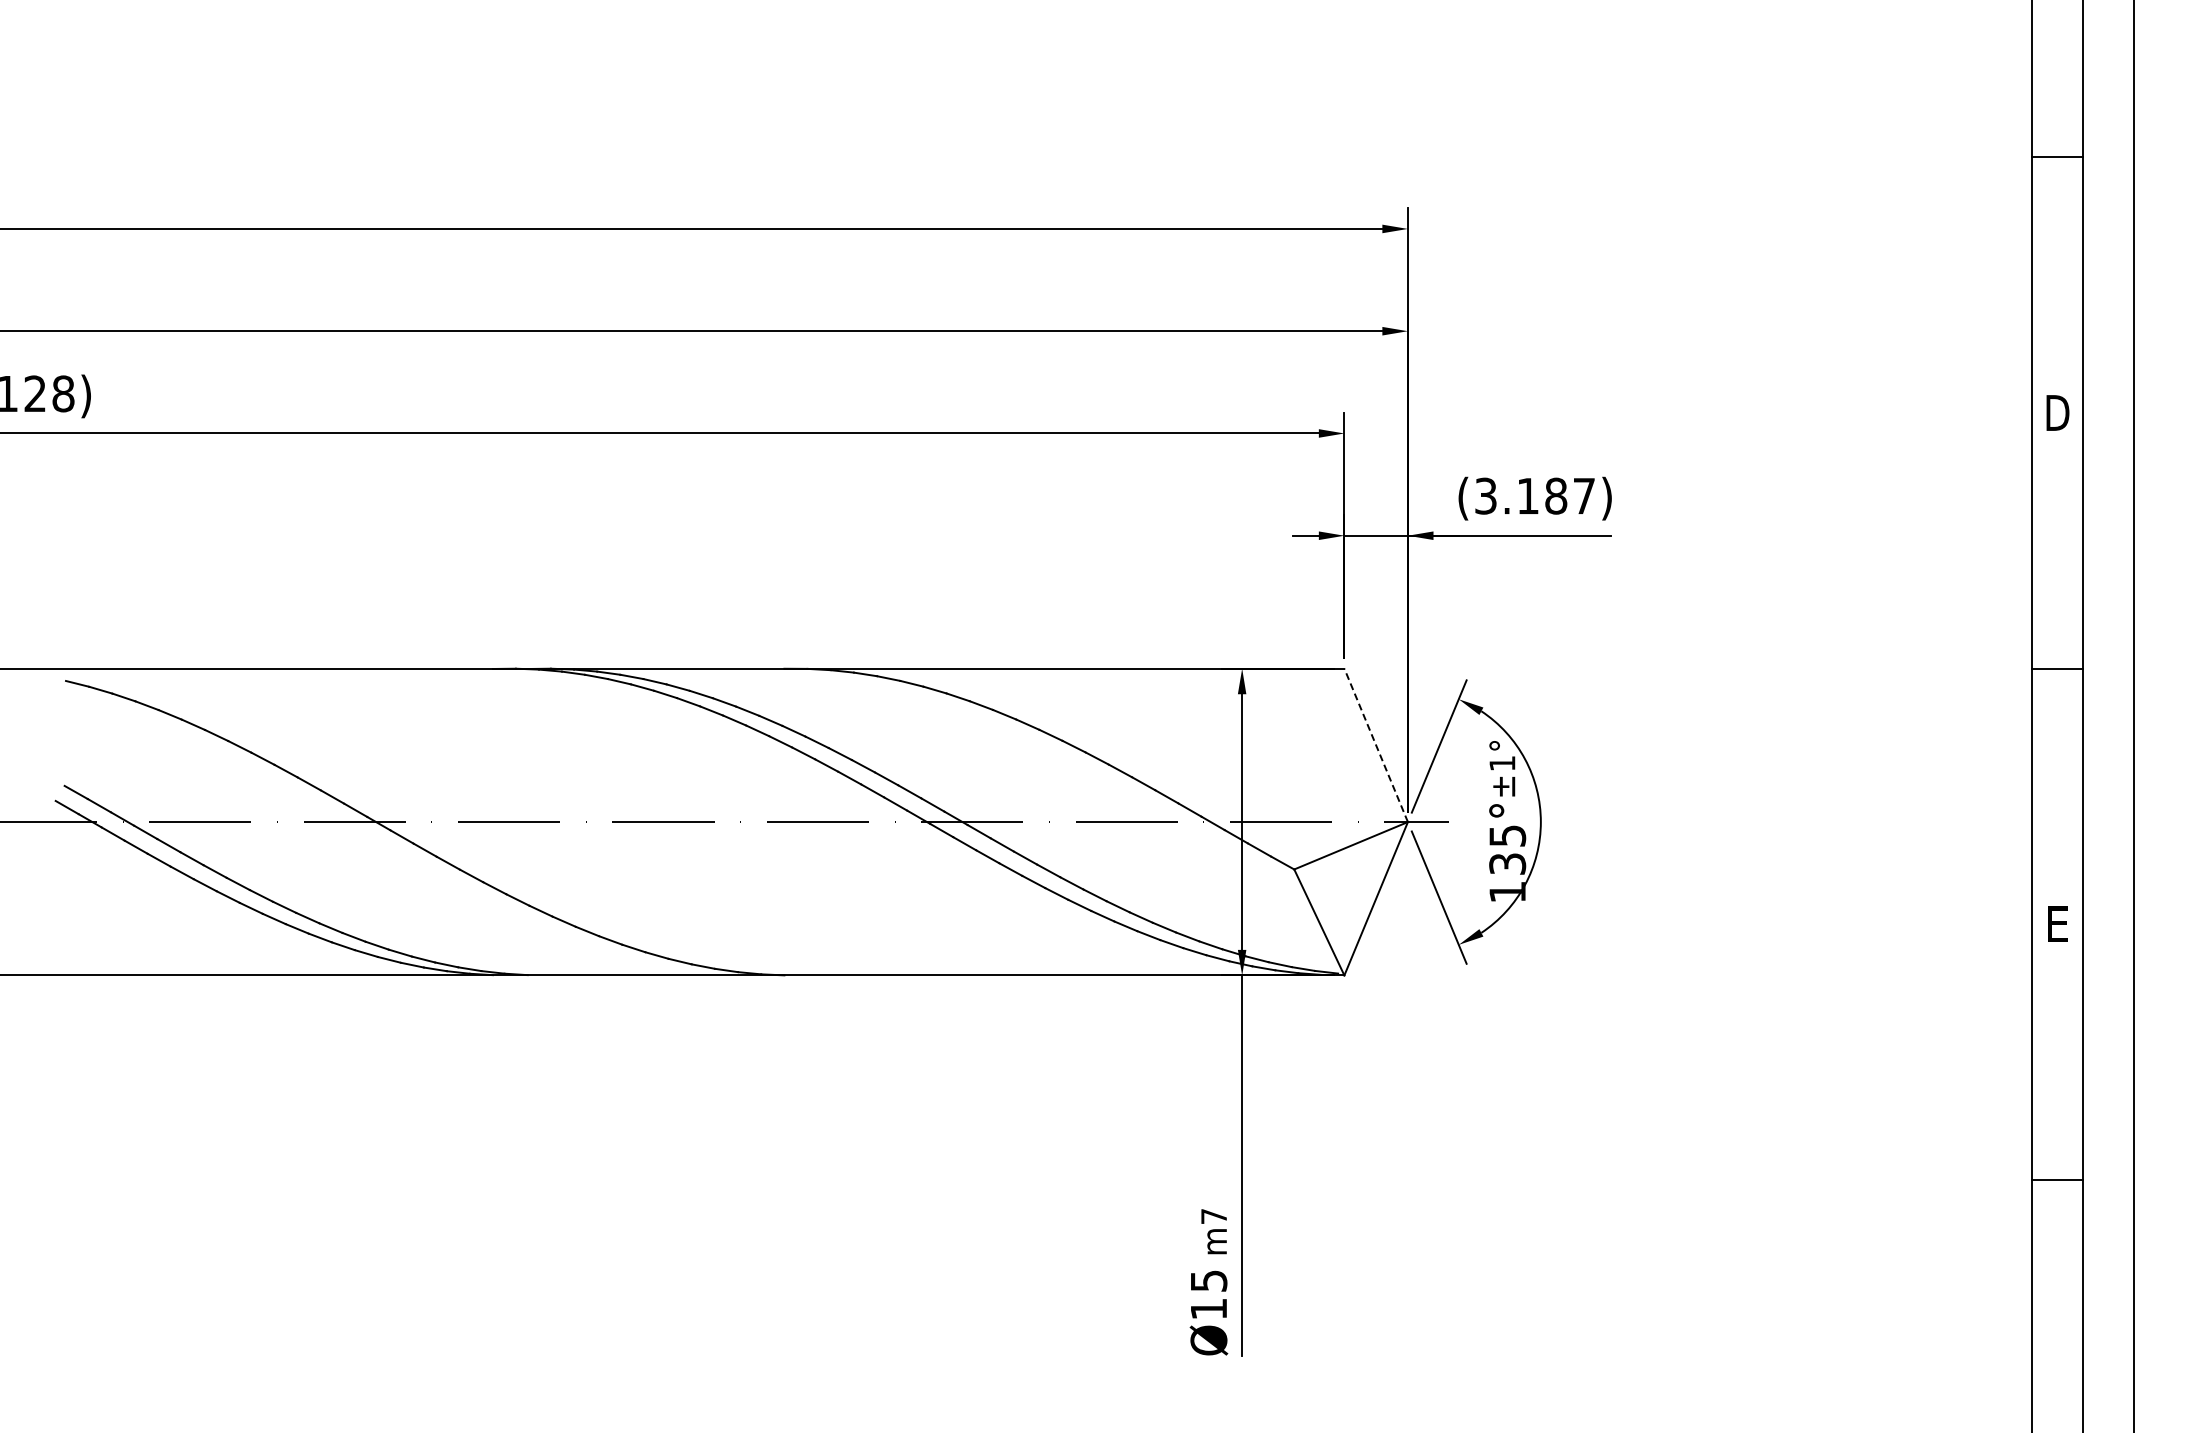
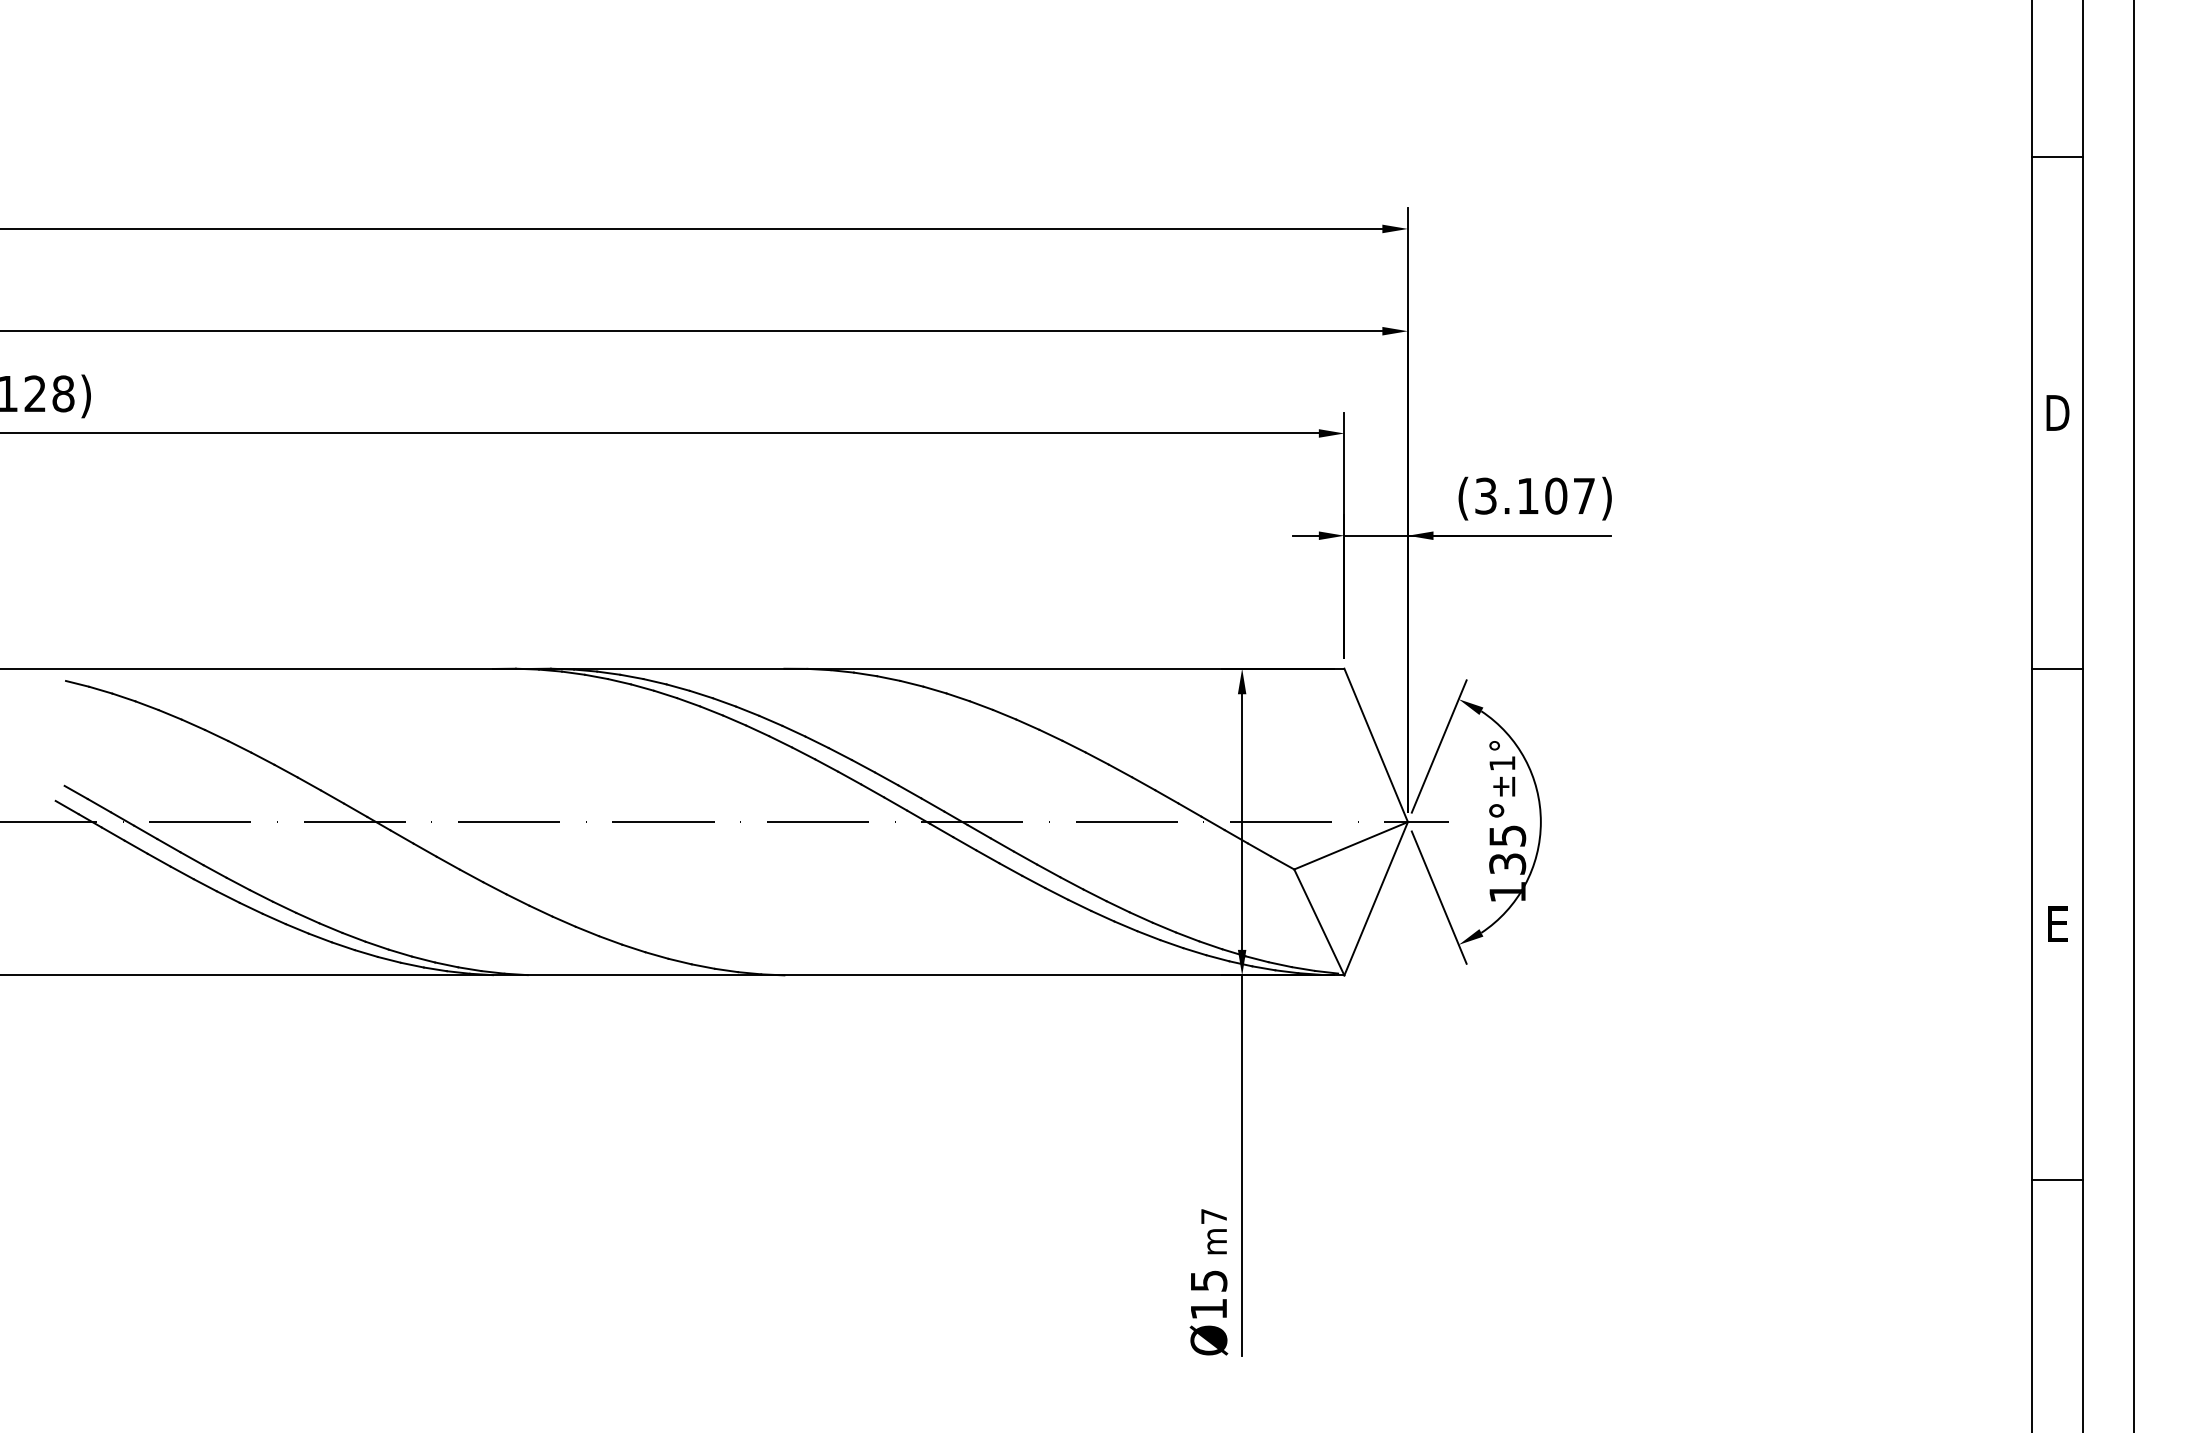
text at (1556, 495): (3.187) -> (3.107)
line at (1375, 744): dashed -> solid
